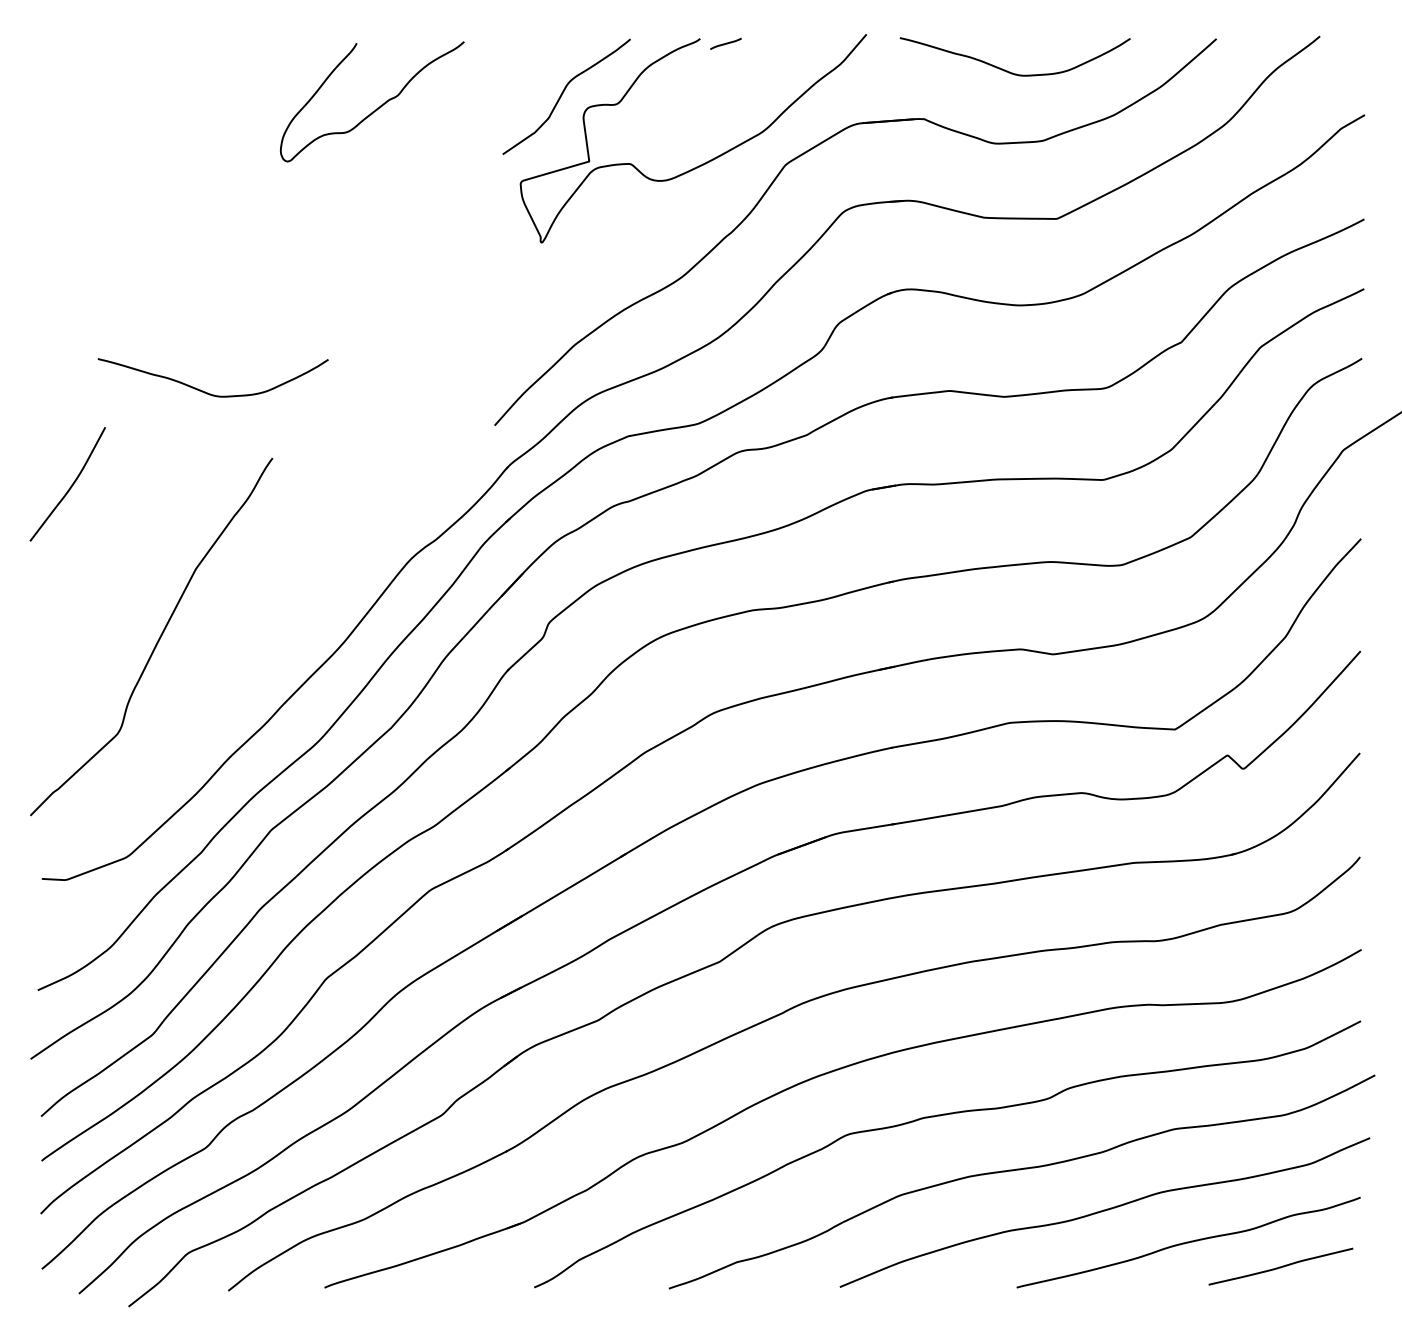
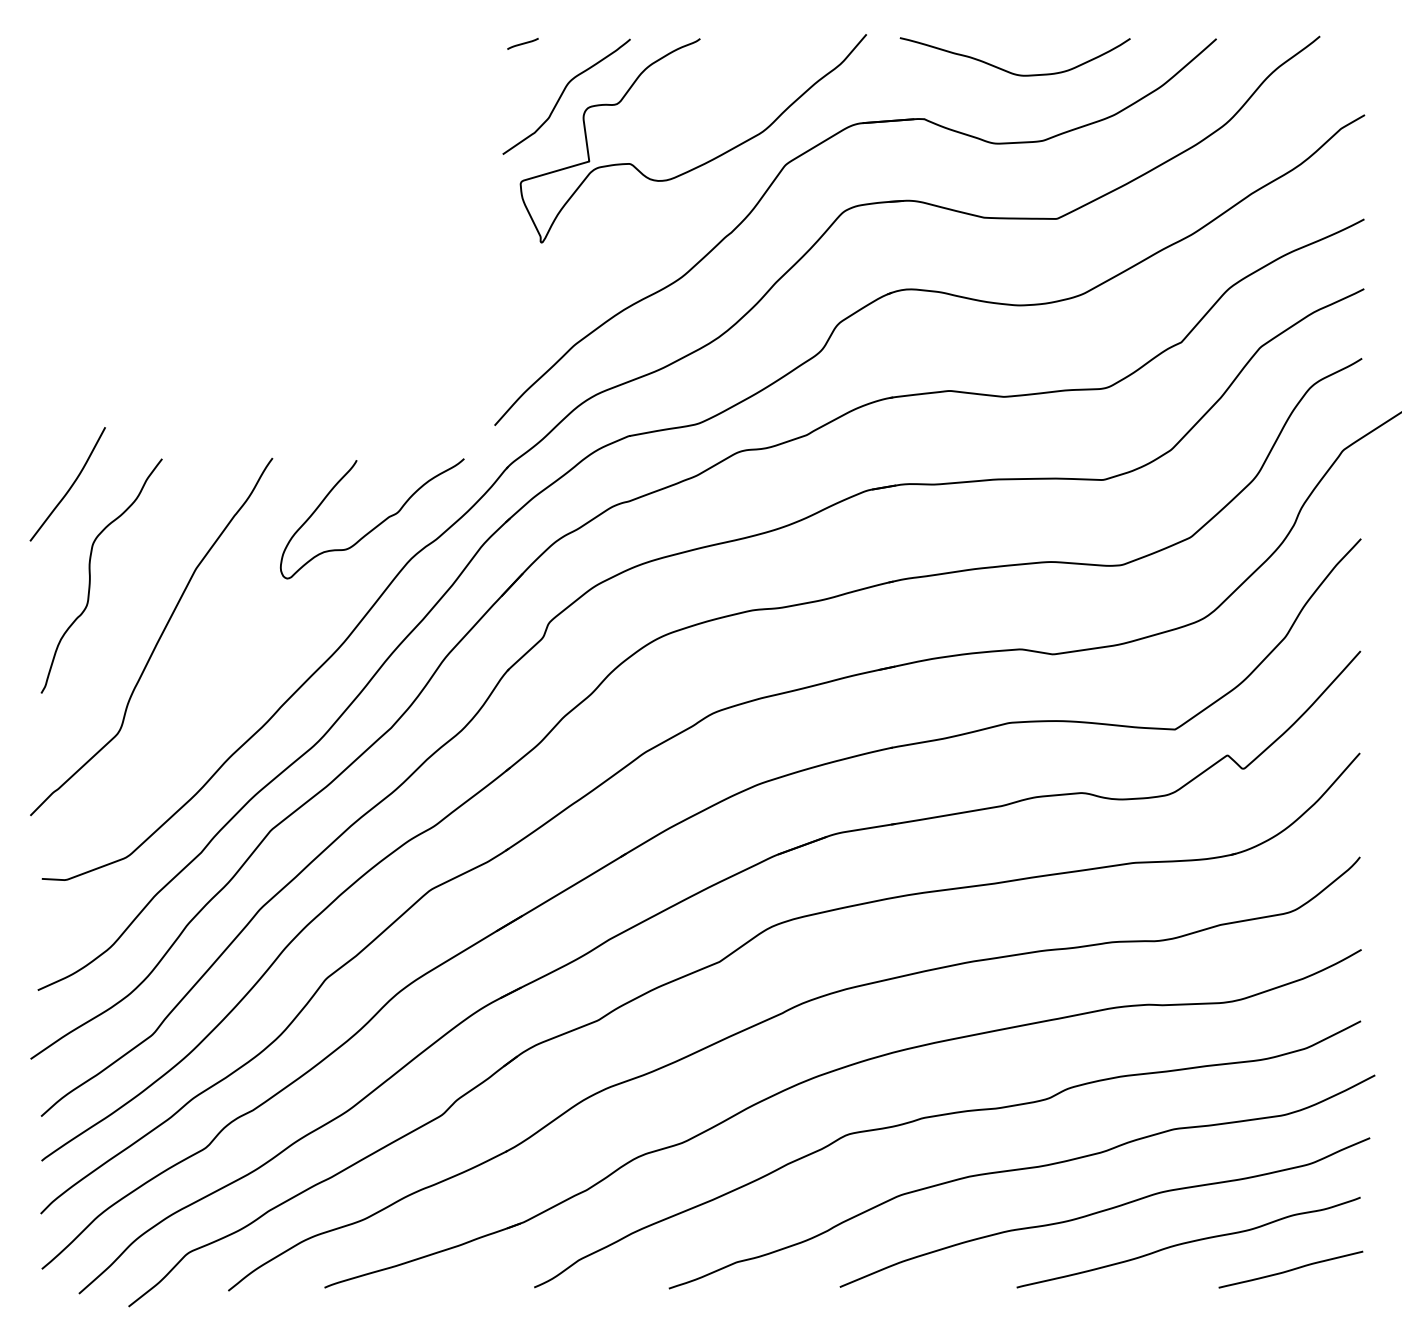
line at (725, 43) position: (725, 43) -> (522, 43)
curve at (377, 107) position: (377, 107) -> (377, 524)
curve at (208, 392): present -> none
curve at (90, 575): none -> present
curve at (1280, 1266) position: (1280, 1266) -> (1290, 1269)
